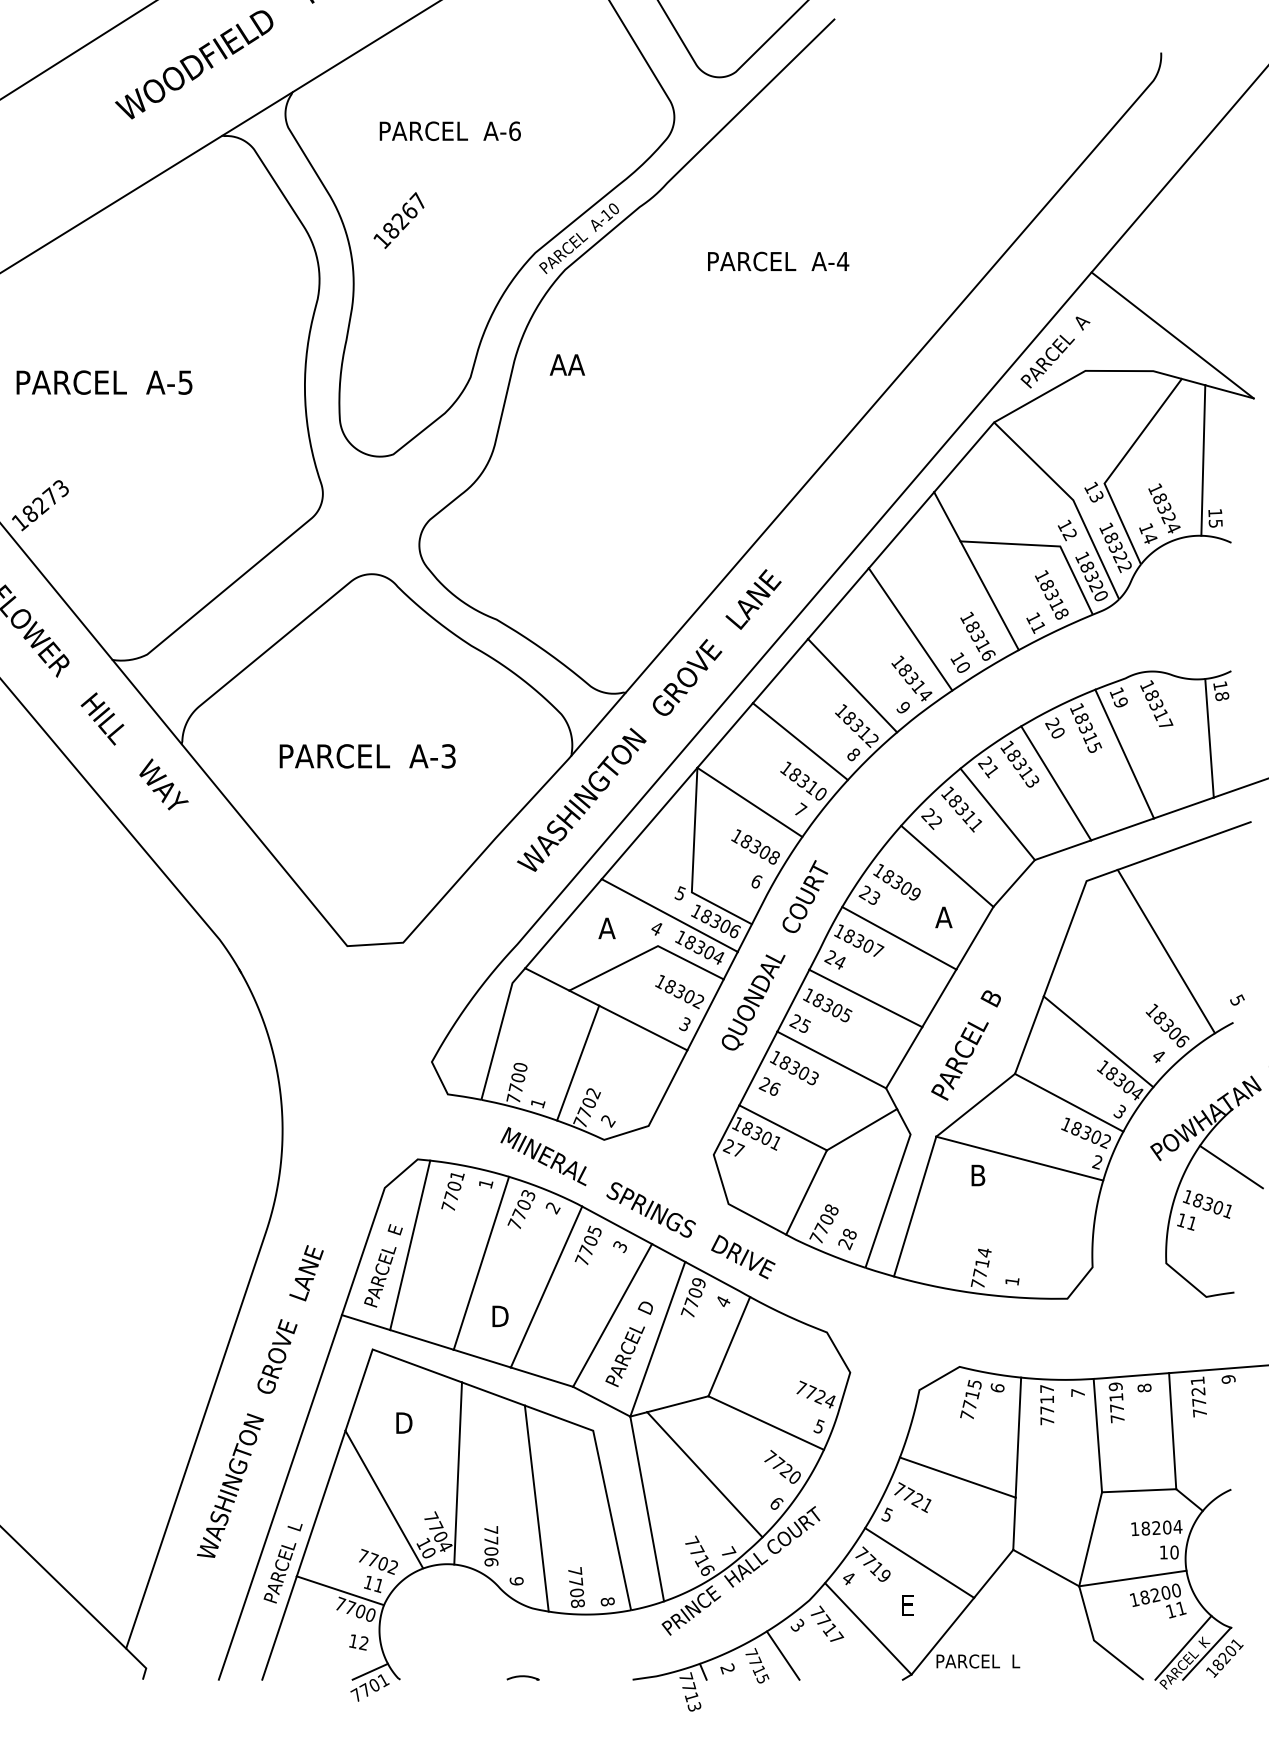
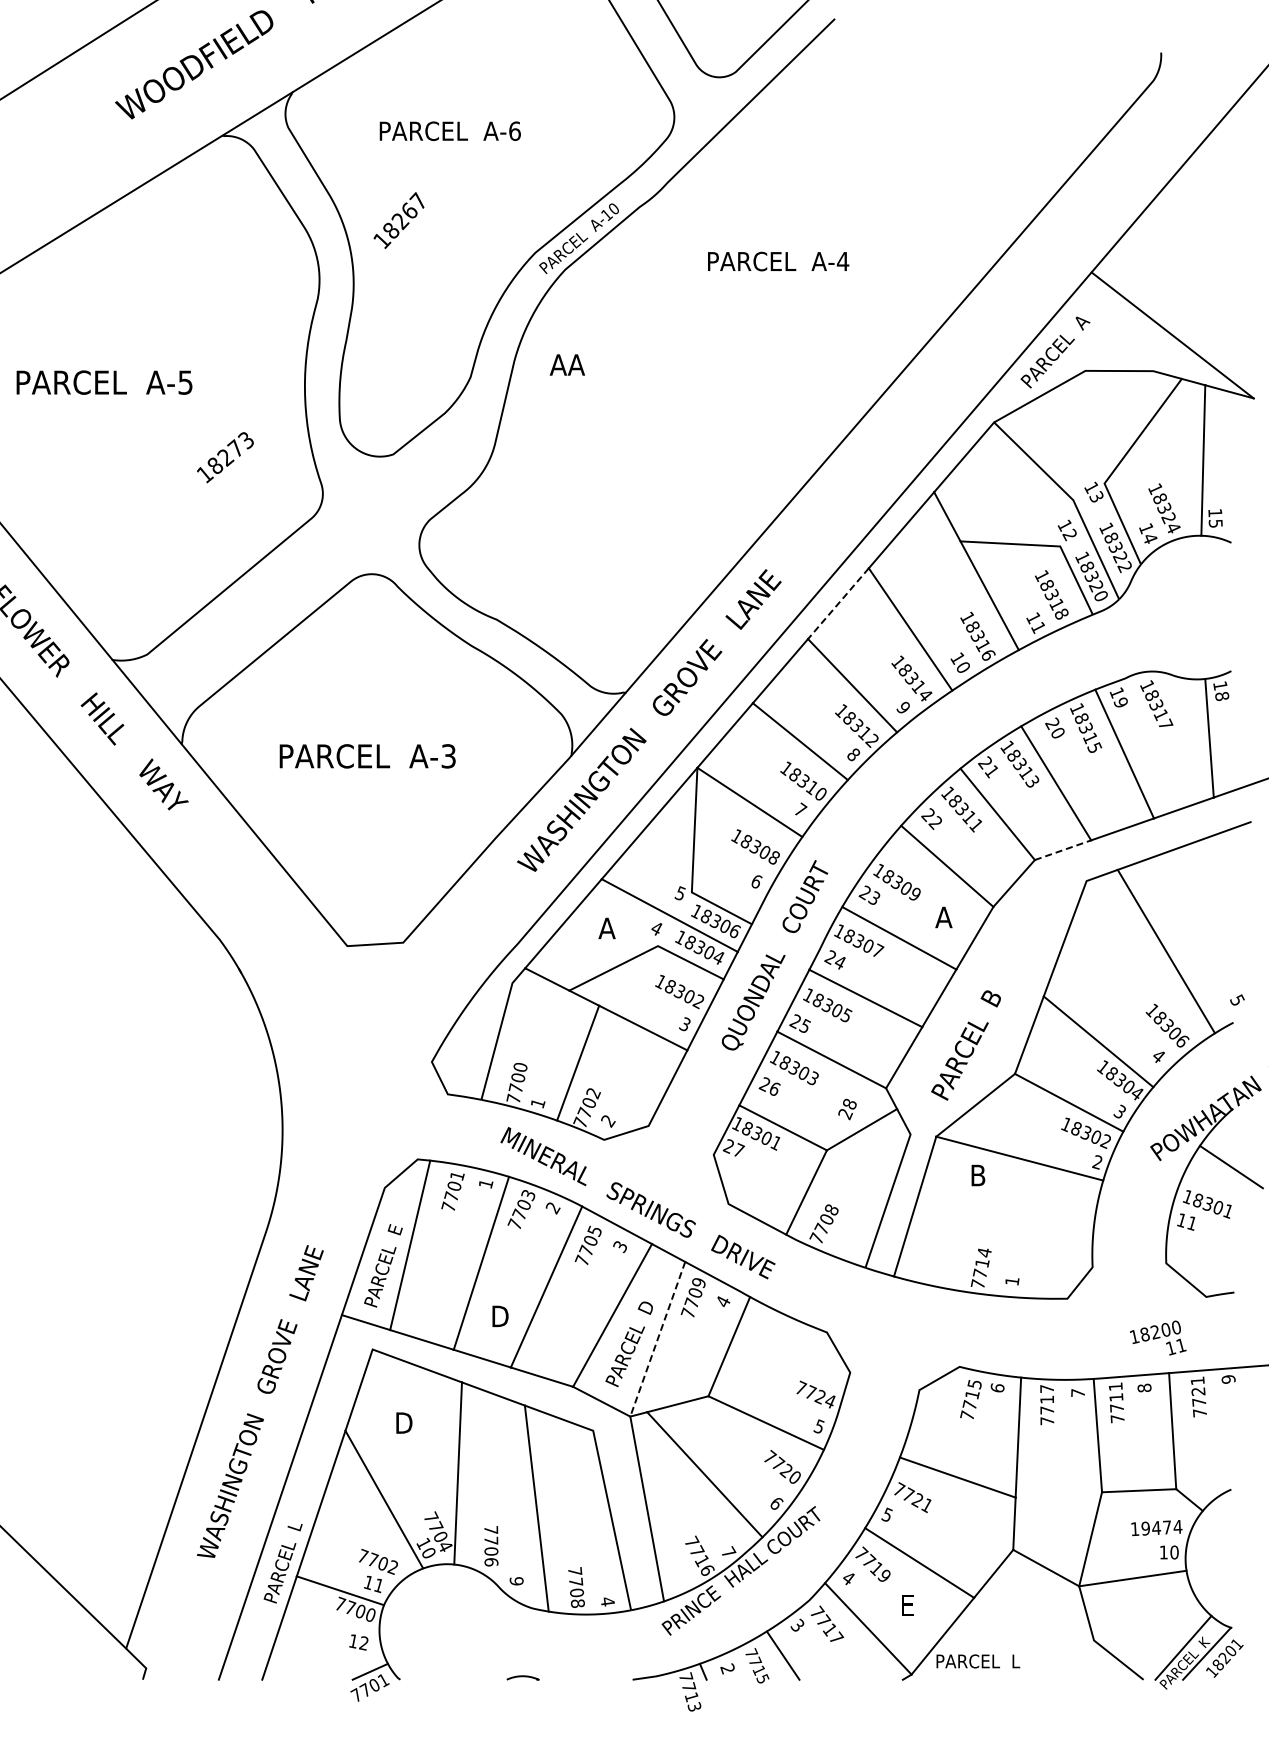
text at (40, 505) position: (40, 505) -> (225, 457)
line at (838, 603): solid -> dashed
line at (1063, 850): solid -> dashed
text at (847, 1239) position: (847, 1239) -> (847, 1109)
line at (657, 1339): solid -> dashed
text at (1115, 1386): 7719 -> 7711
text at (1156, 1527): 18204 -> 19474
text at (1158, 1600) position: (1158, 1600) -> (1158, 1337)
text at (607, 1601): 8 -> 4
